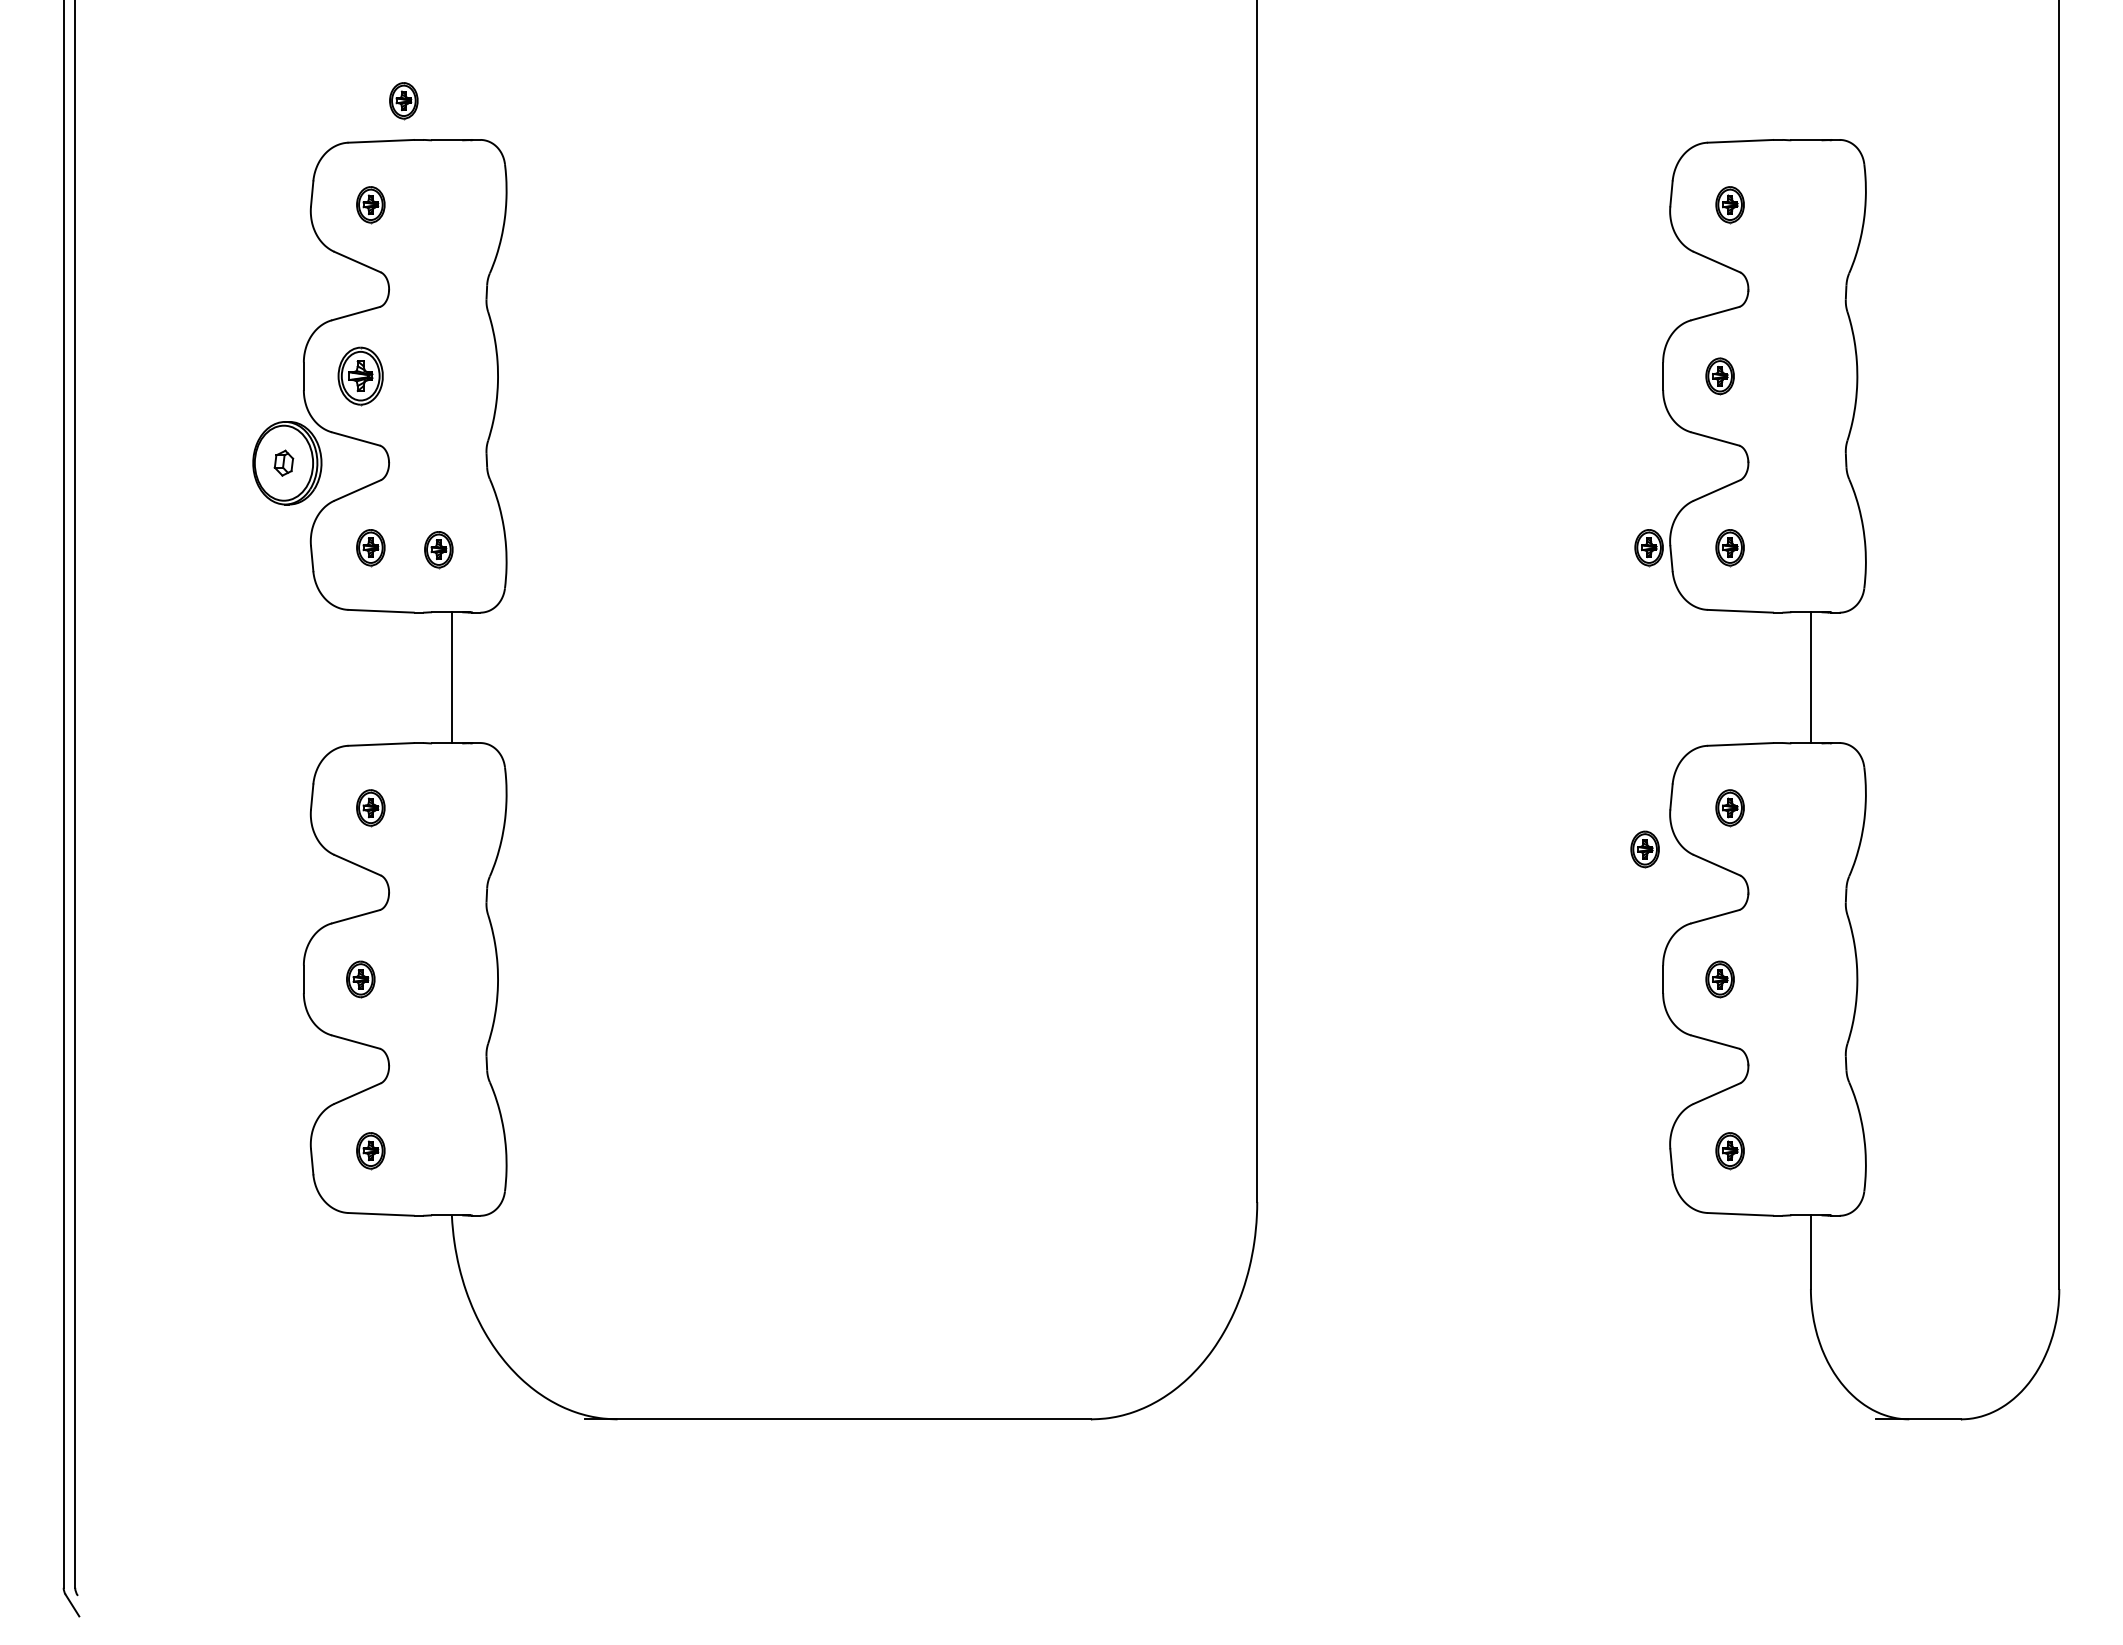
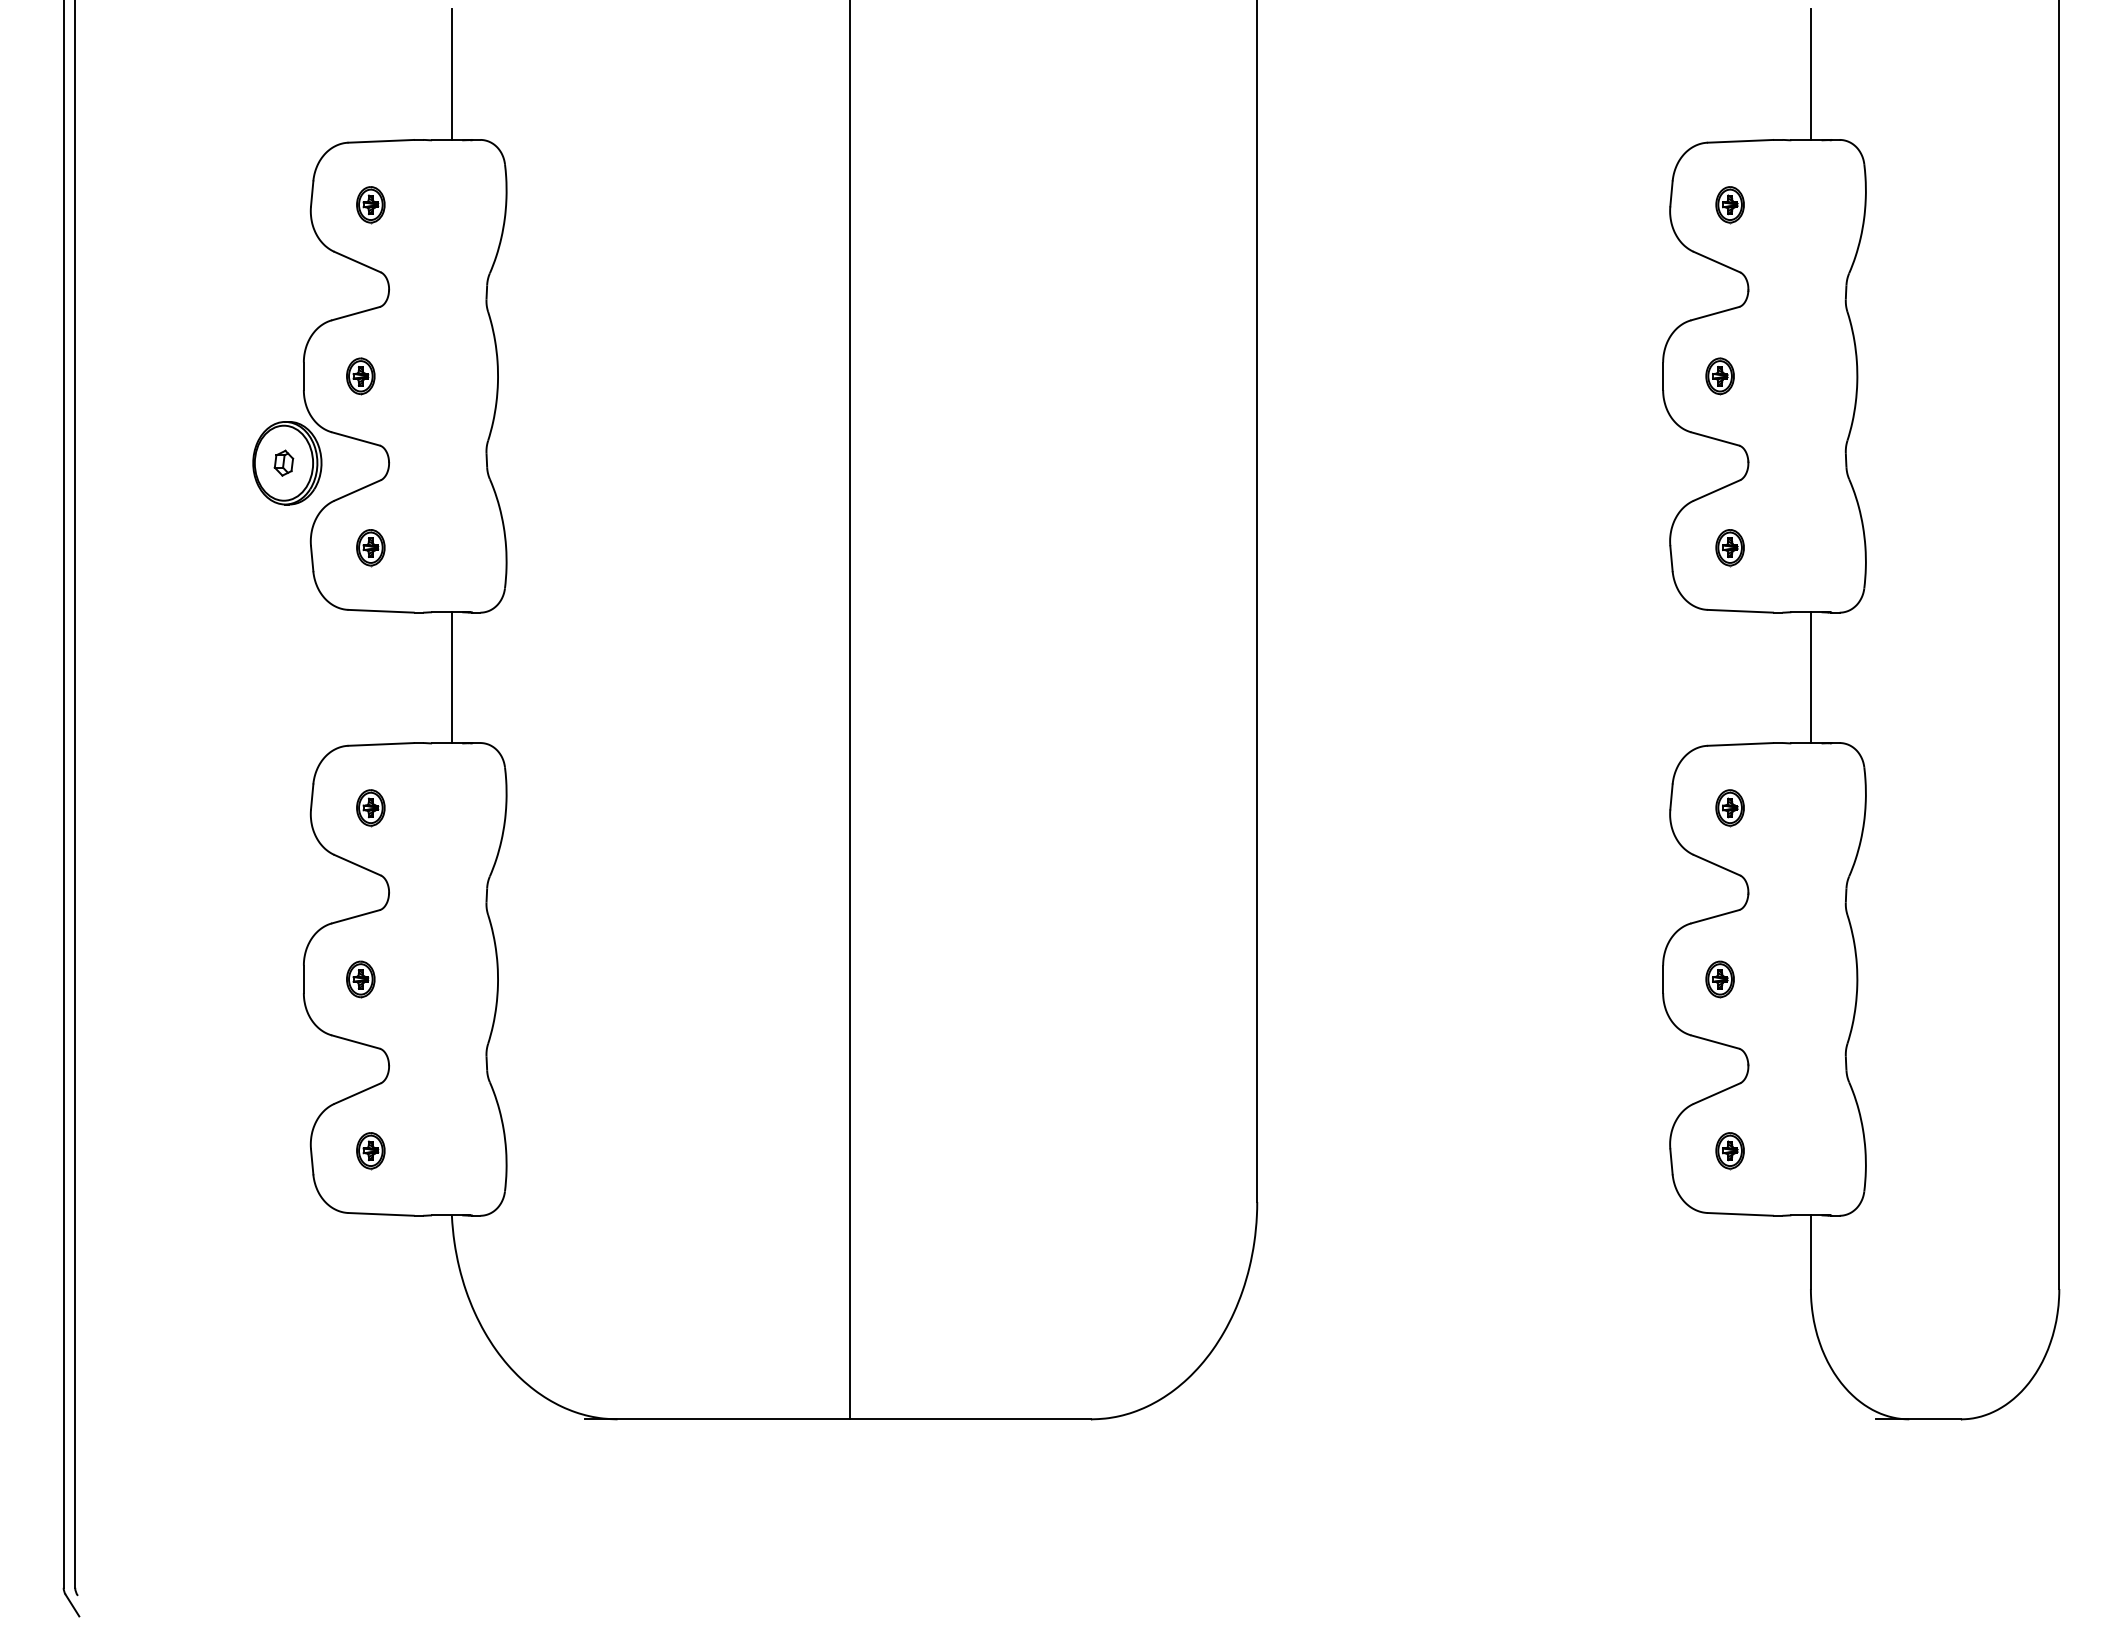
line at (451, 74): none -> present
line at (1810, 74): none -> present
part at (403, 101): present -> none
part at (360, 376) size: 47x61 px -> 30x39 px
part at (1648, 548): present -> none
part at (438, 550): present -> none
line at (849, 710): none -> present
part at (1644, 849): present -> none
